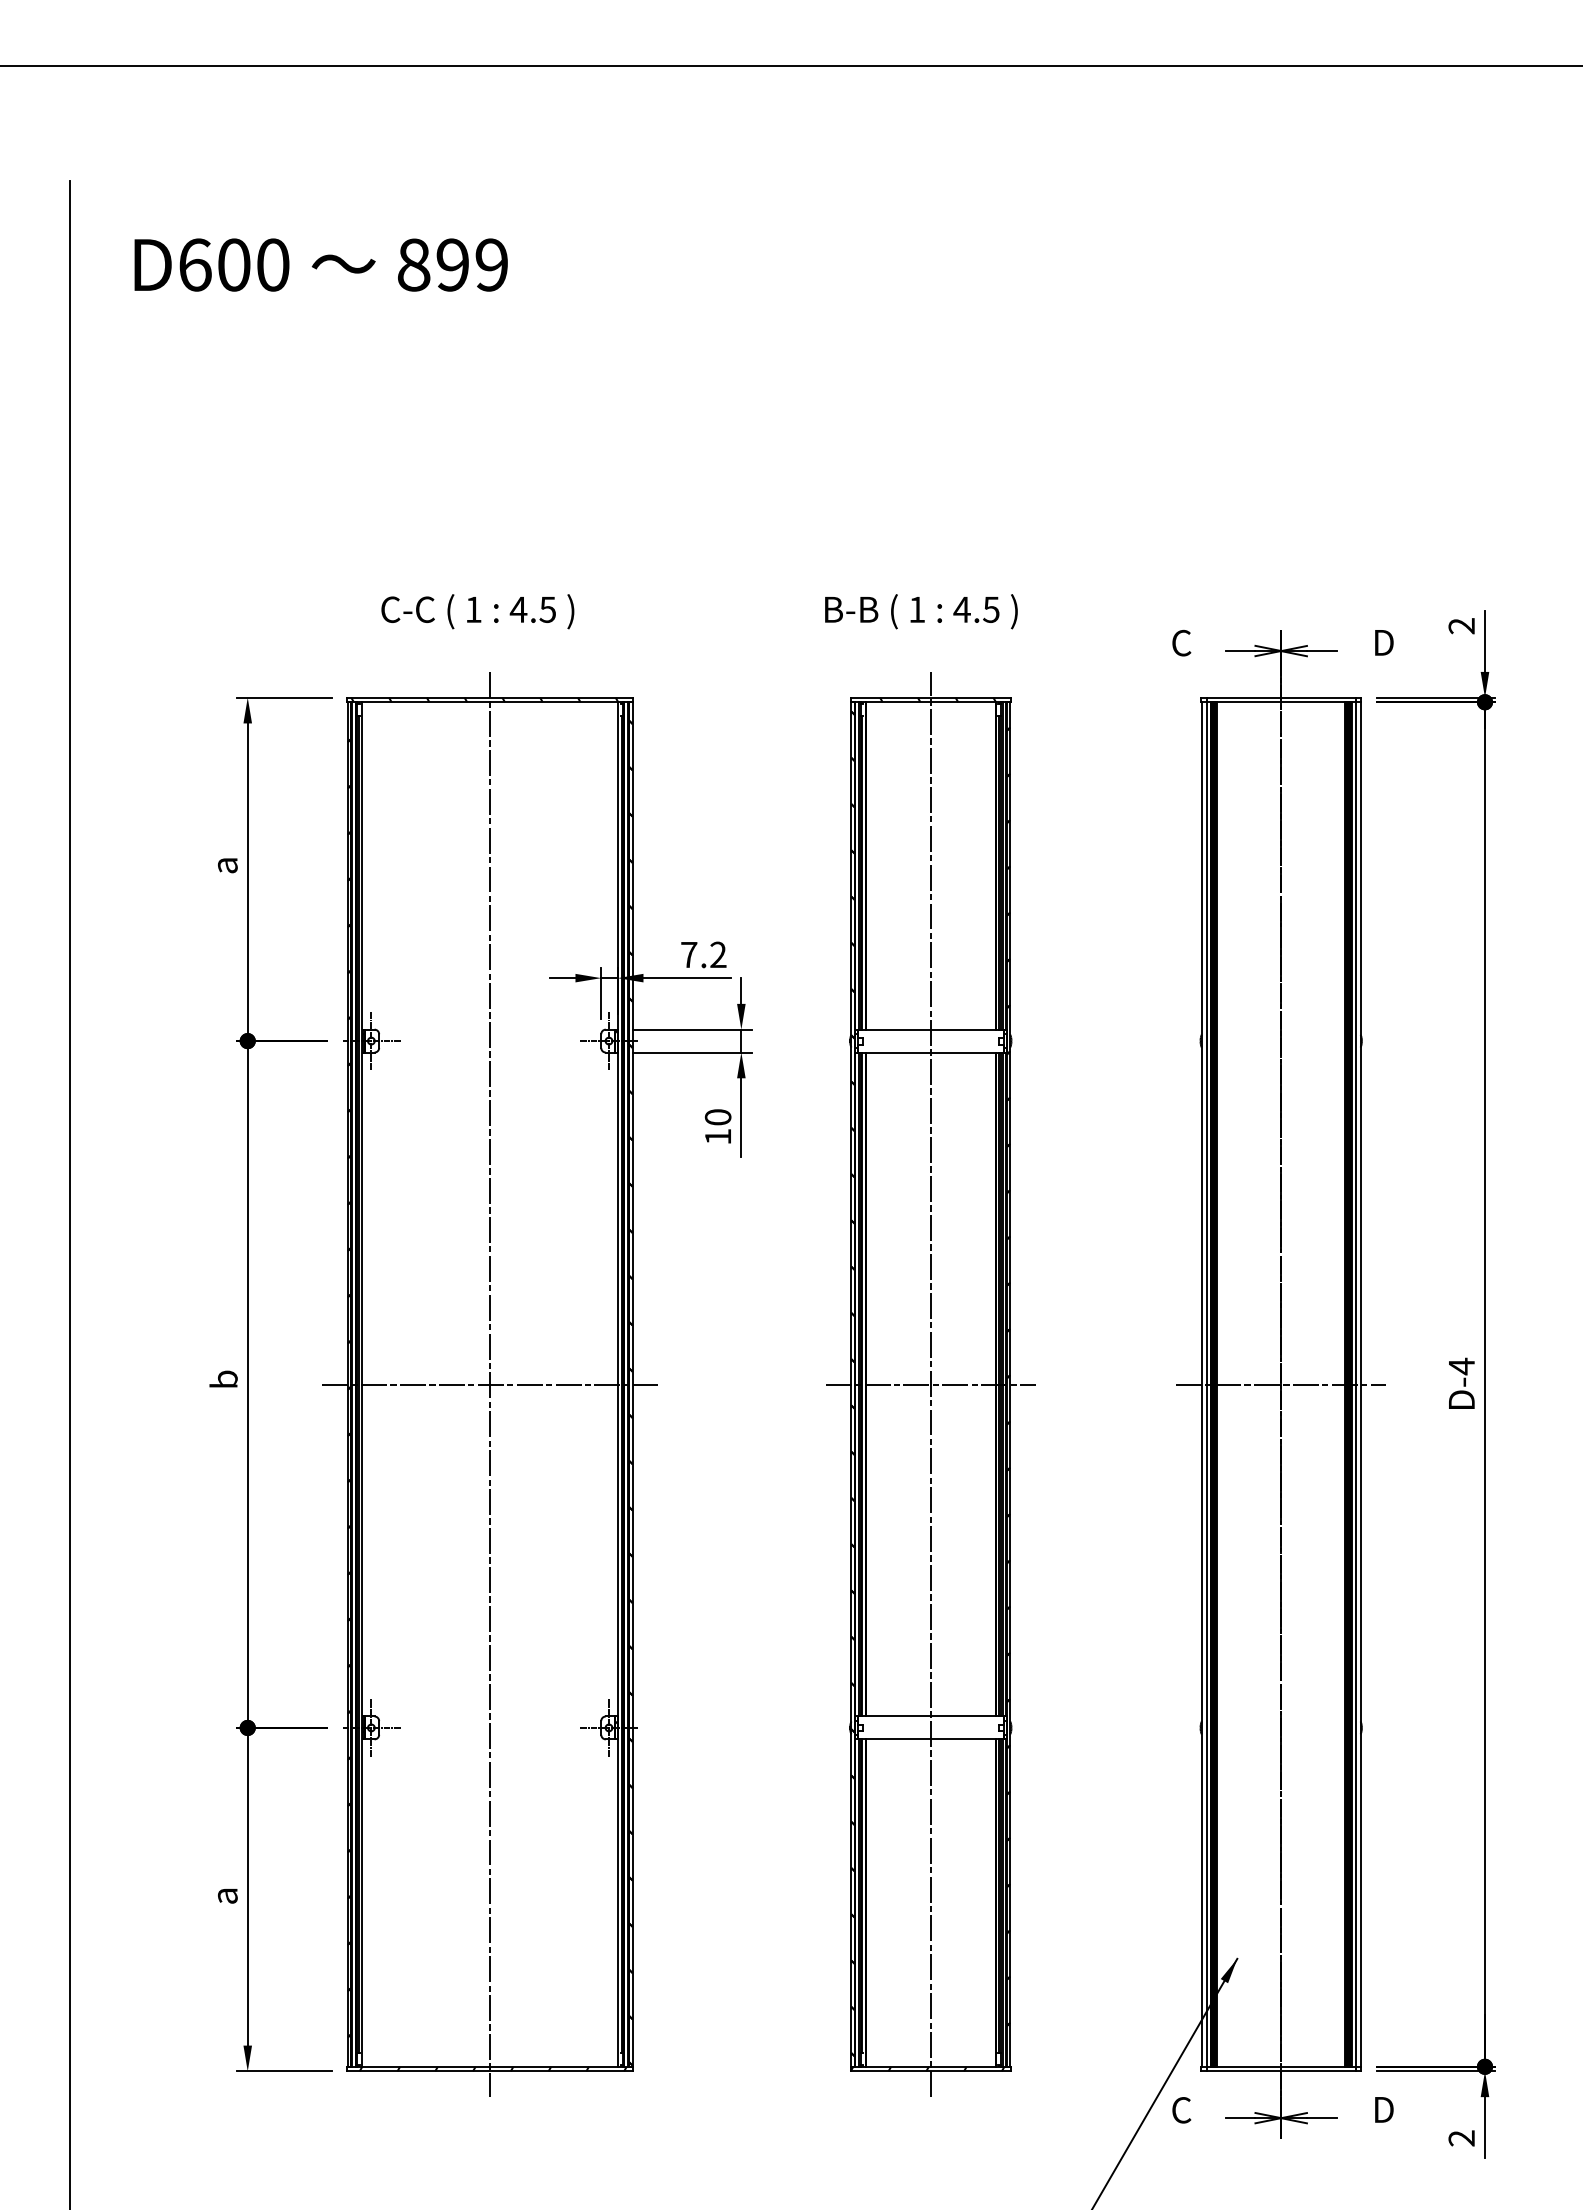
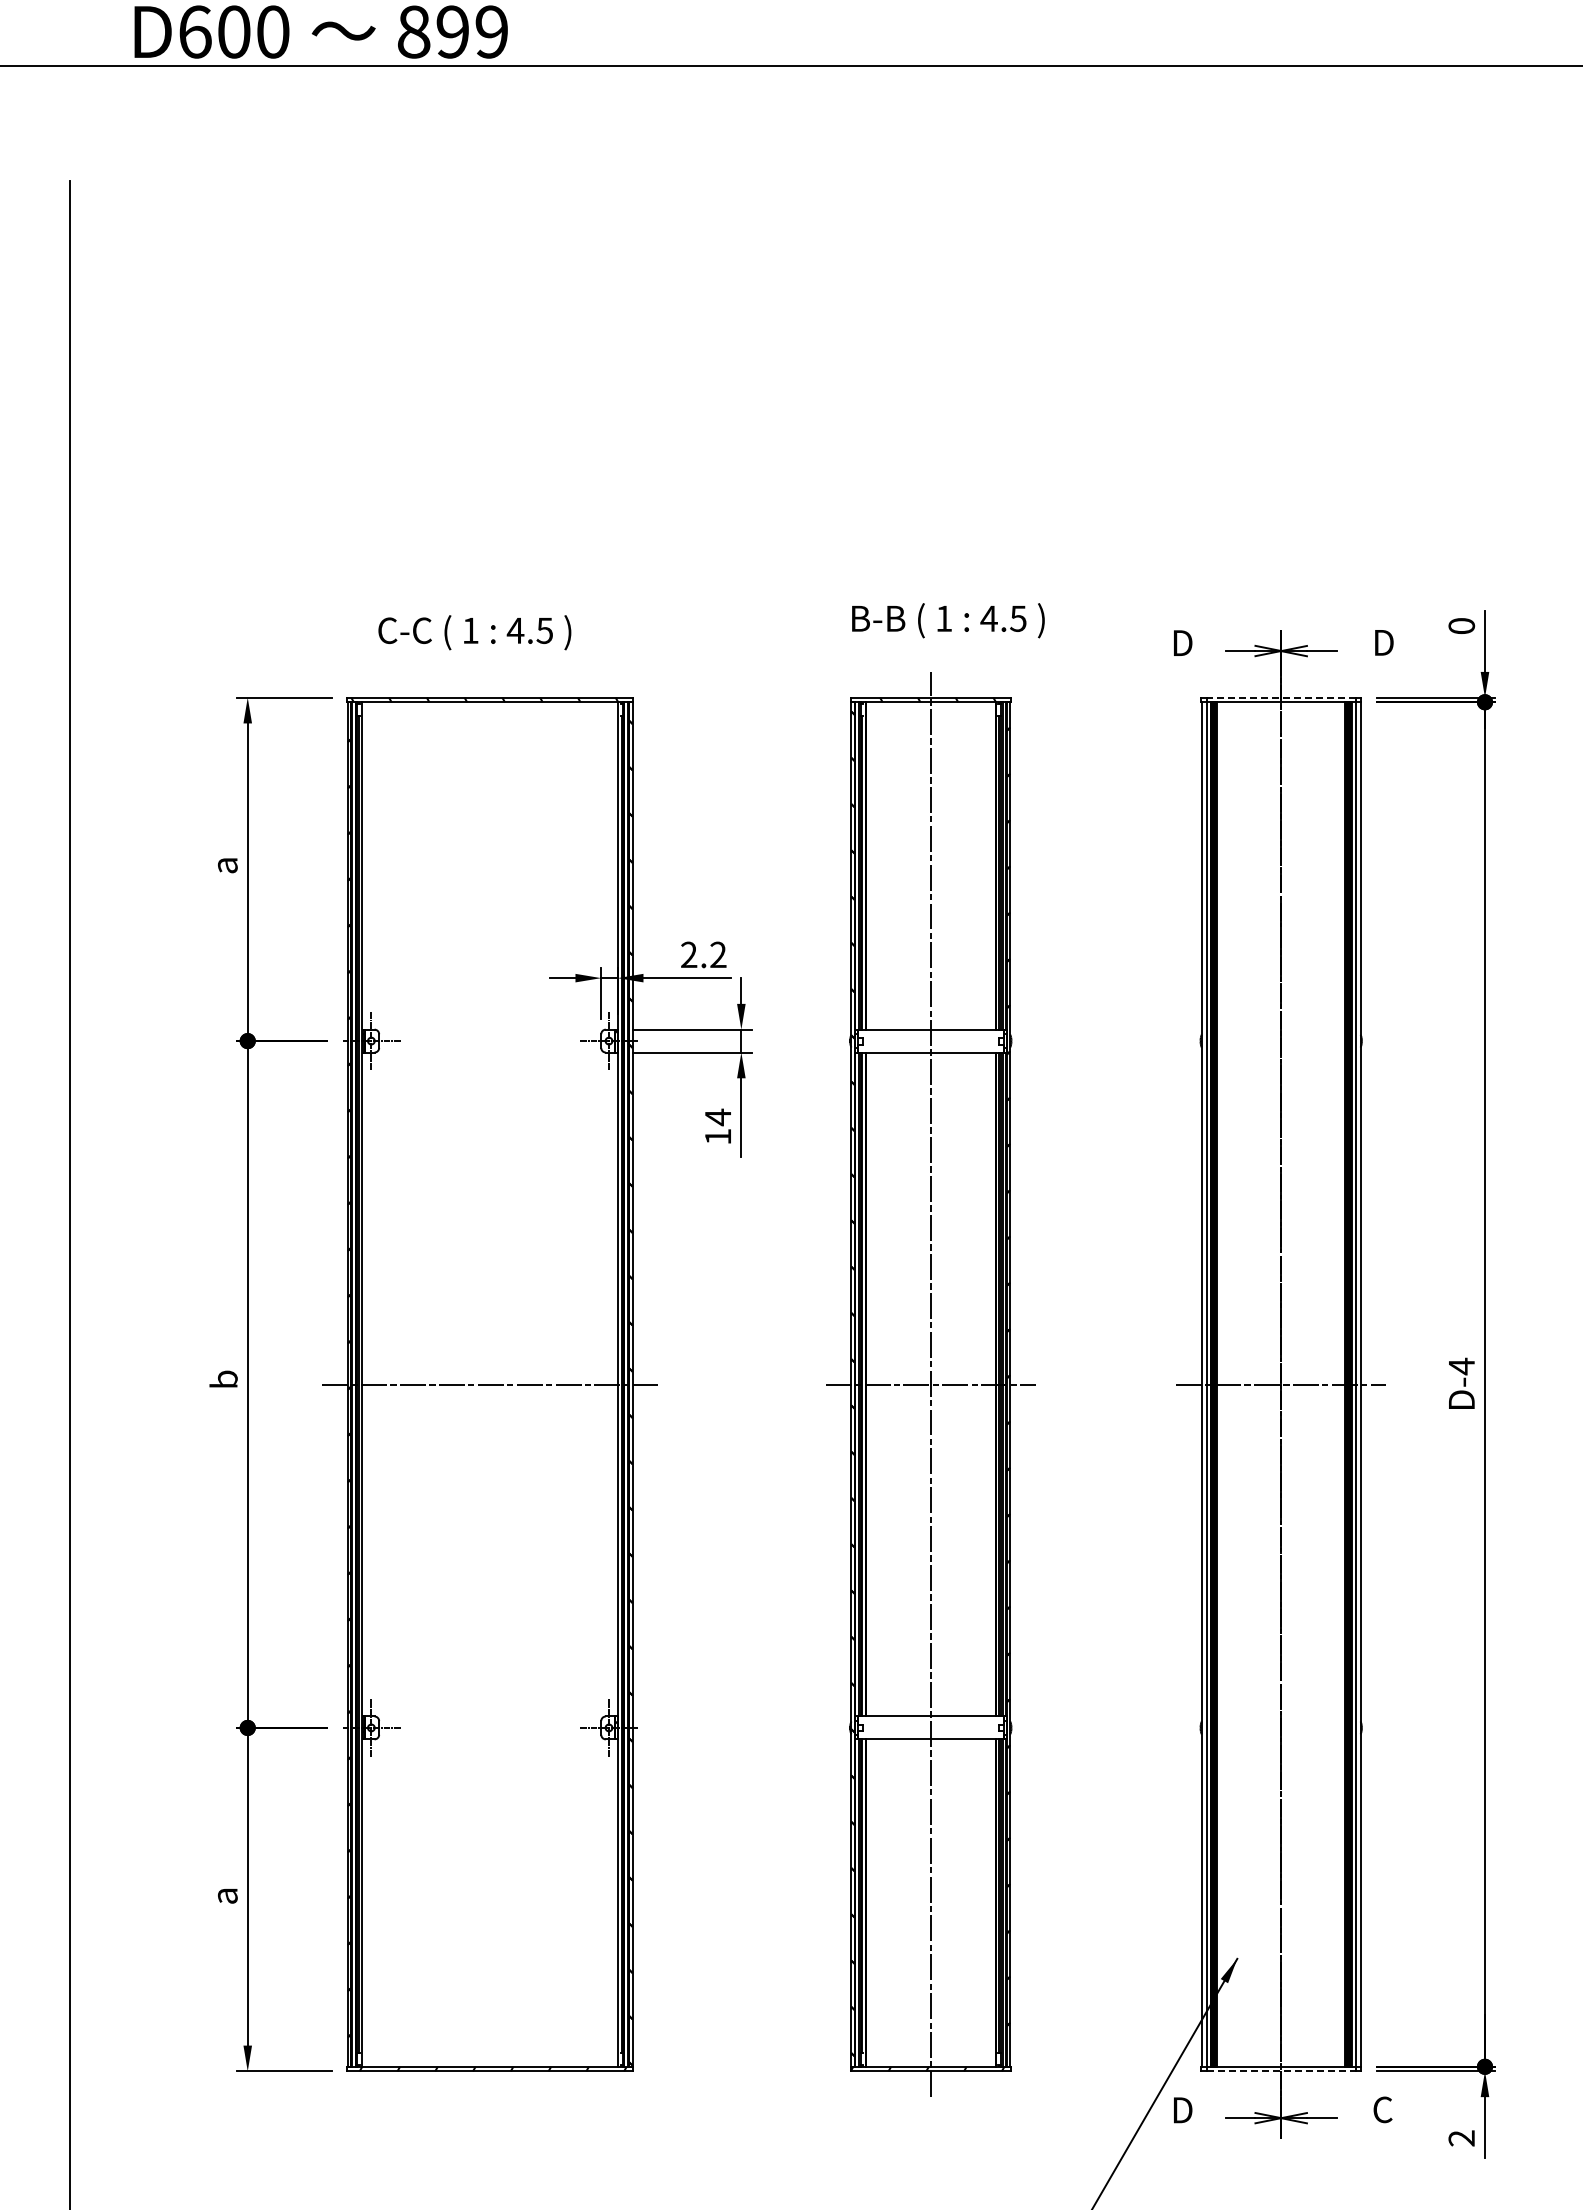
text at (320, 264) position: (320, 264) -> (320, 31)
text at (477, 611) position: (477, 611) -> (474, 632)
text at (921, 611) position: (921, 611) -> (948, 620)
text at (1461, 626): 2 -> 0
text at (1182, 642): C -> D
line at (1280, 697): solid -> dashed
text at (689, 954): 7.2 -> 2.2
text at (717, 1117): 10 -> 14
line at (490, 1384): present -> none
line at (1281, 2071): solid -> dashed
text at (1383, 2109): D -> C
text at (1182, 2110): C -> D
